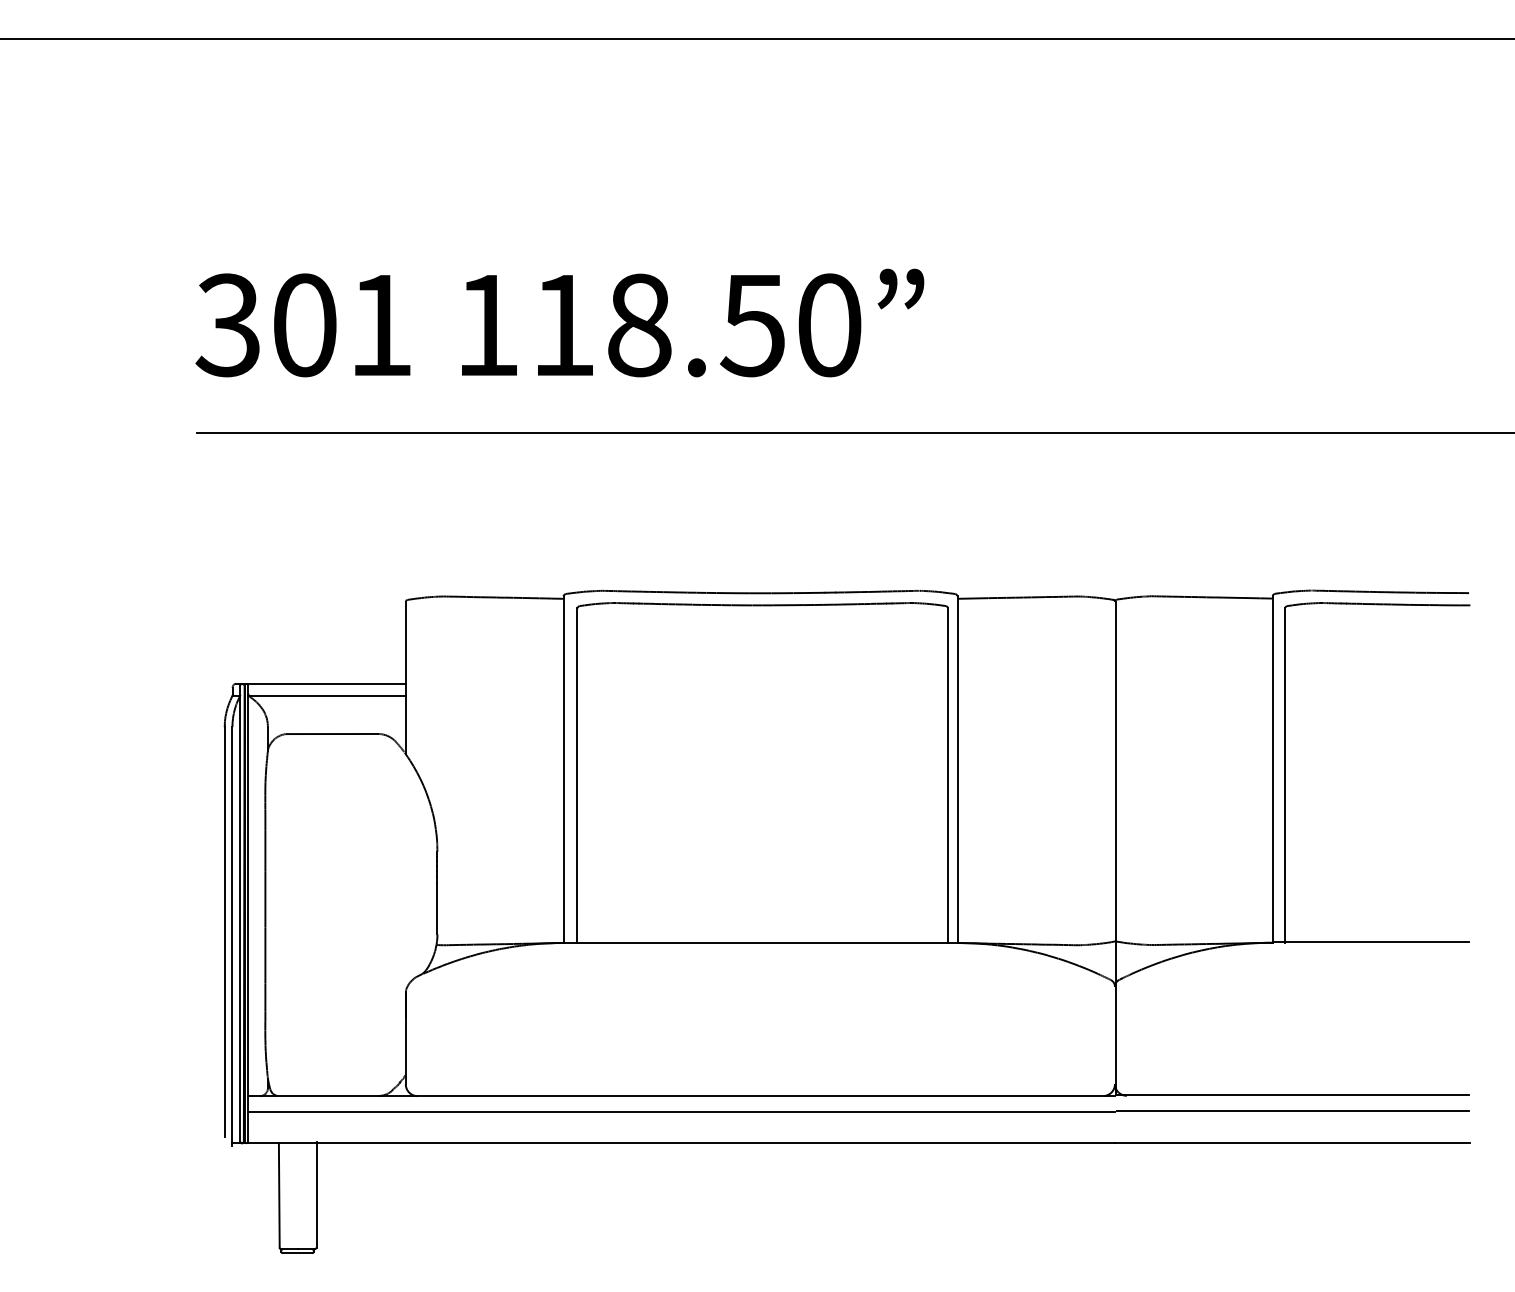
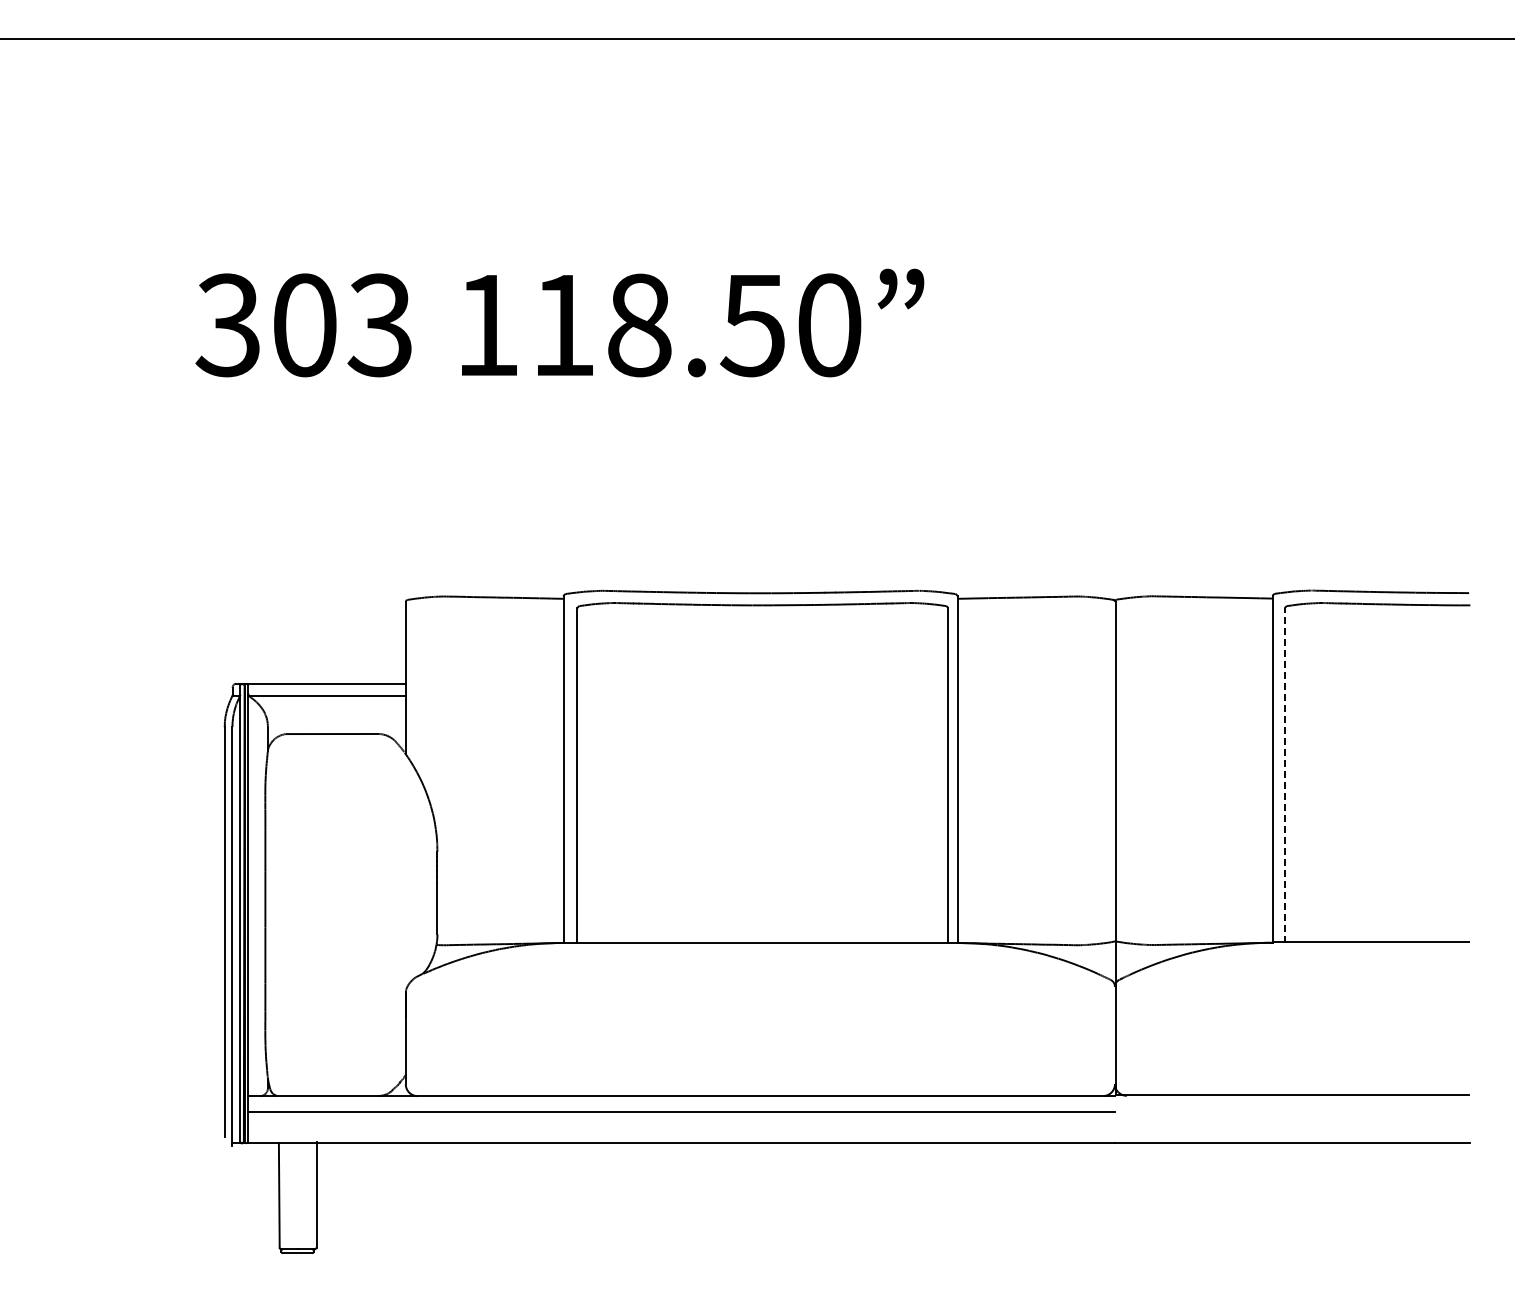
text at (379, 325): 301 -> 303
line at (854, 432): present -> none
line at (1284, 775): solid -> dashed
line at (1293, 1110): present -> none
